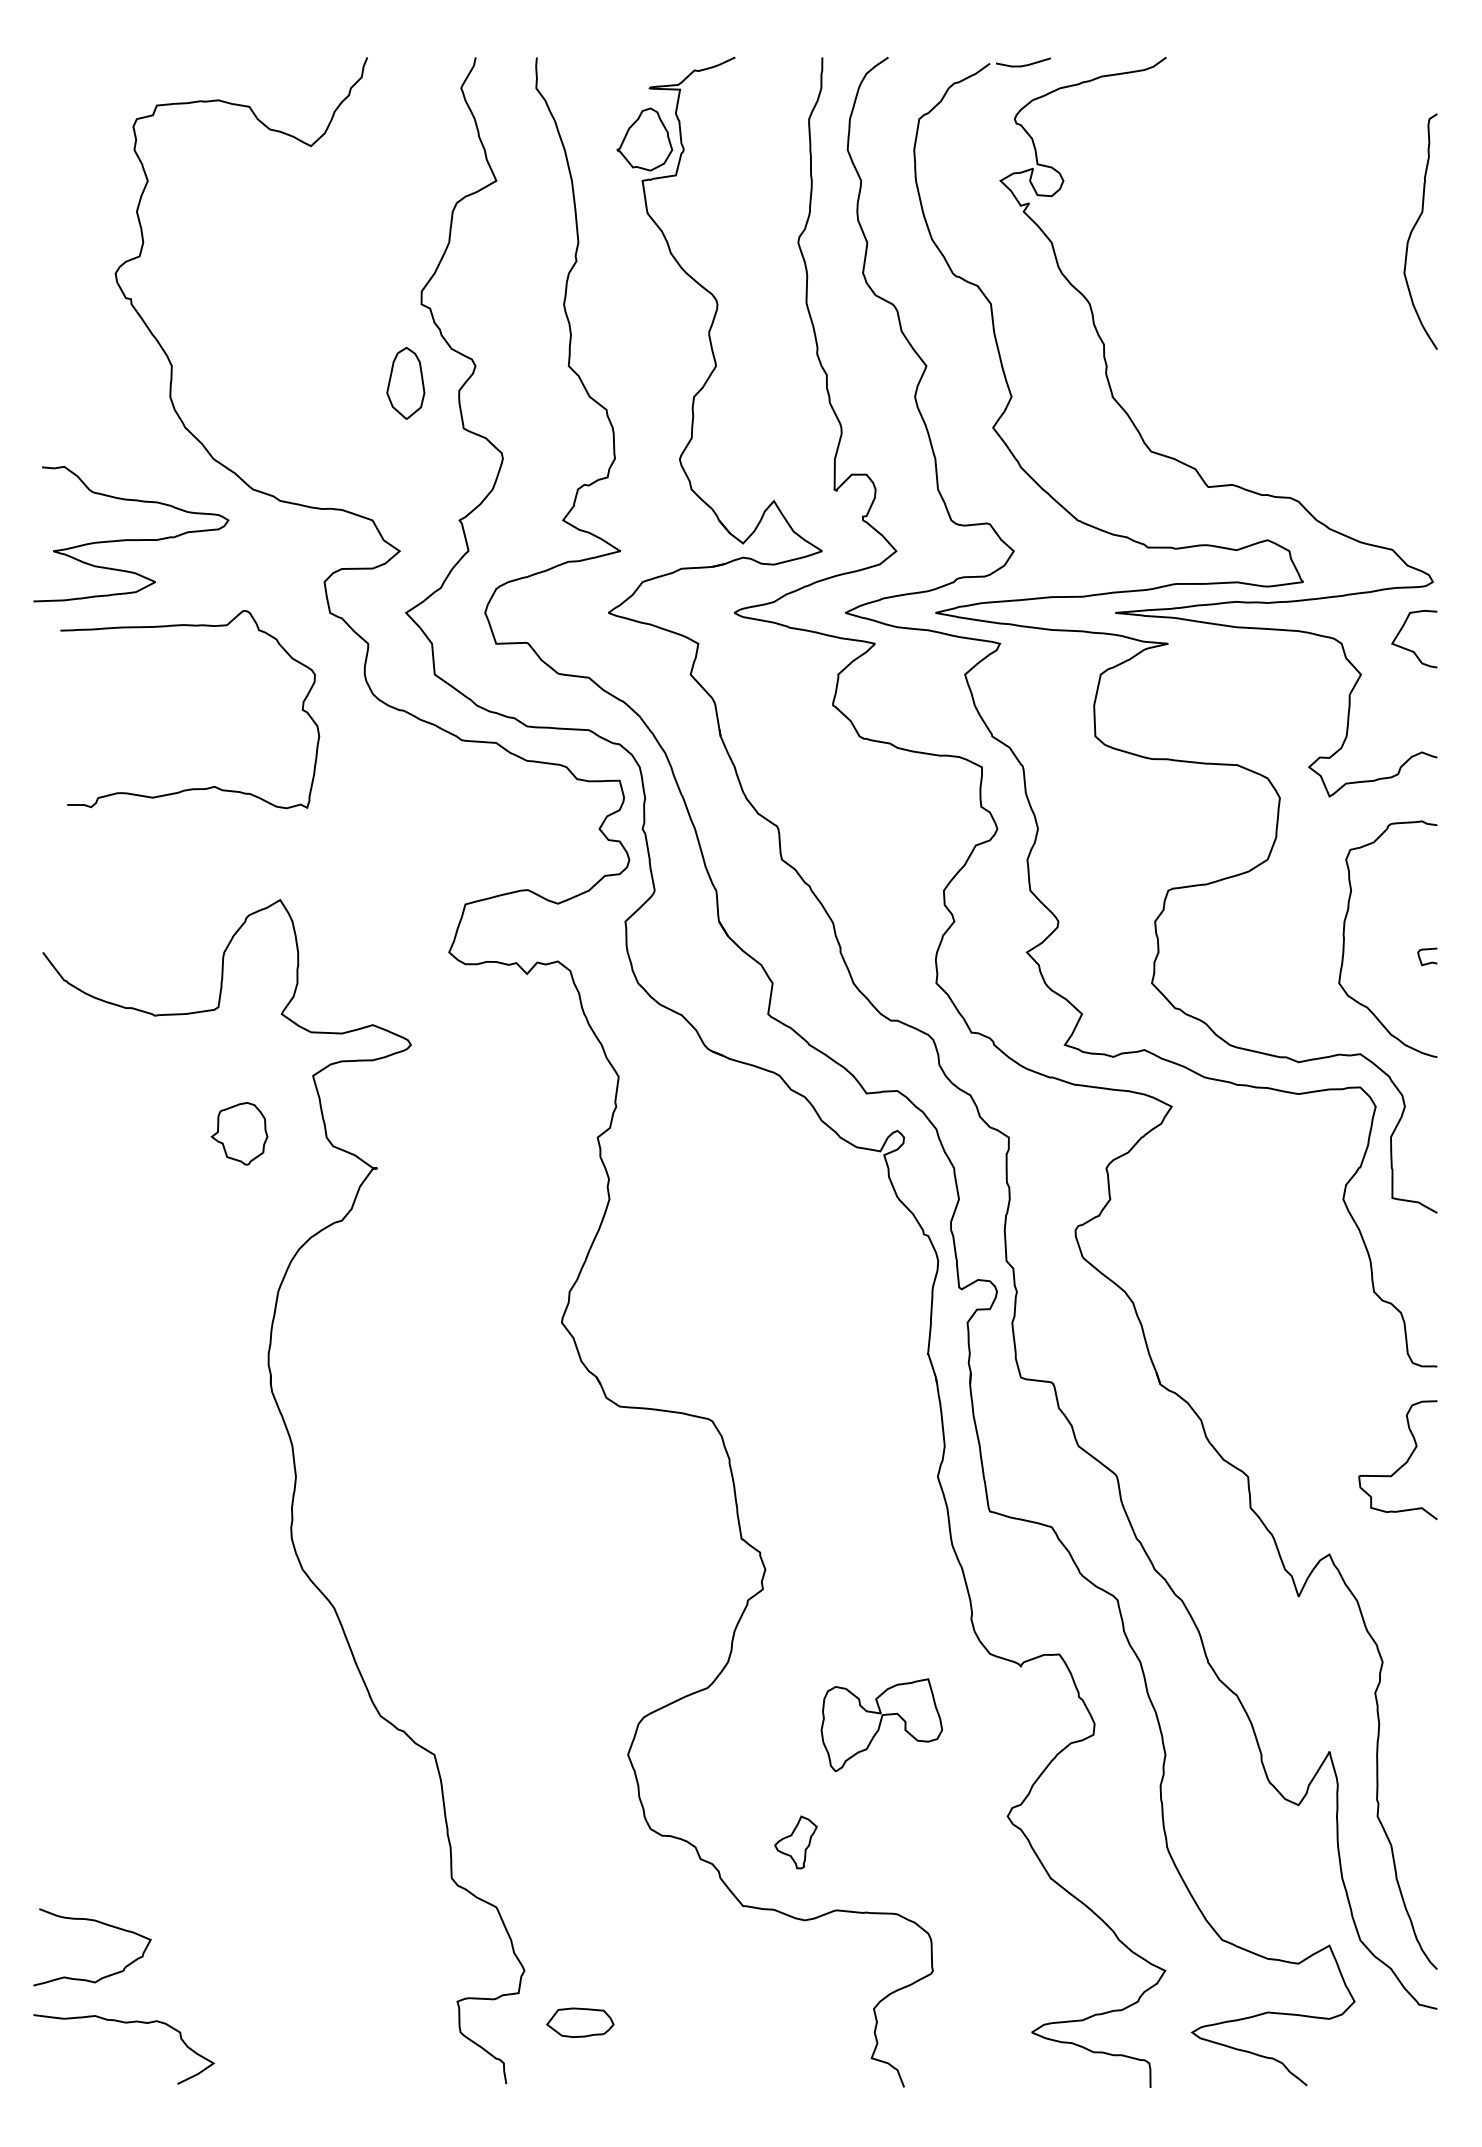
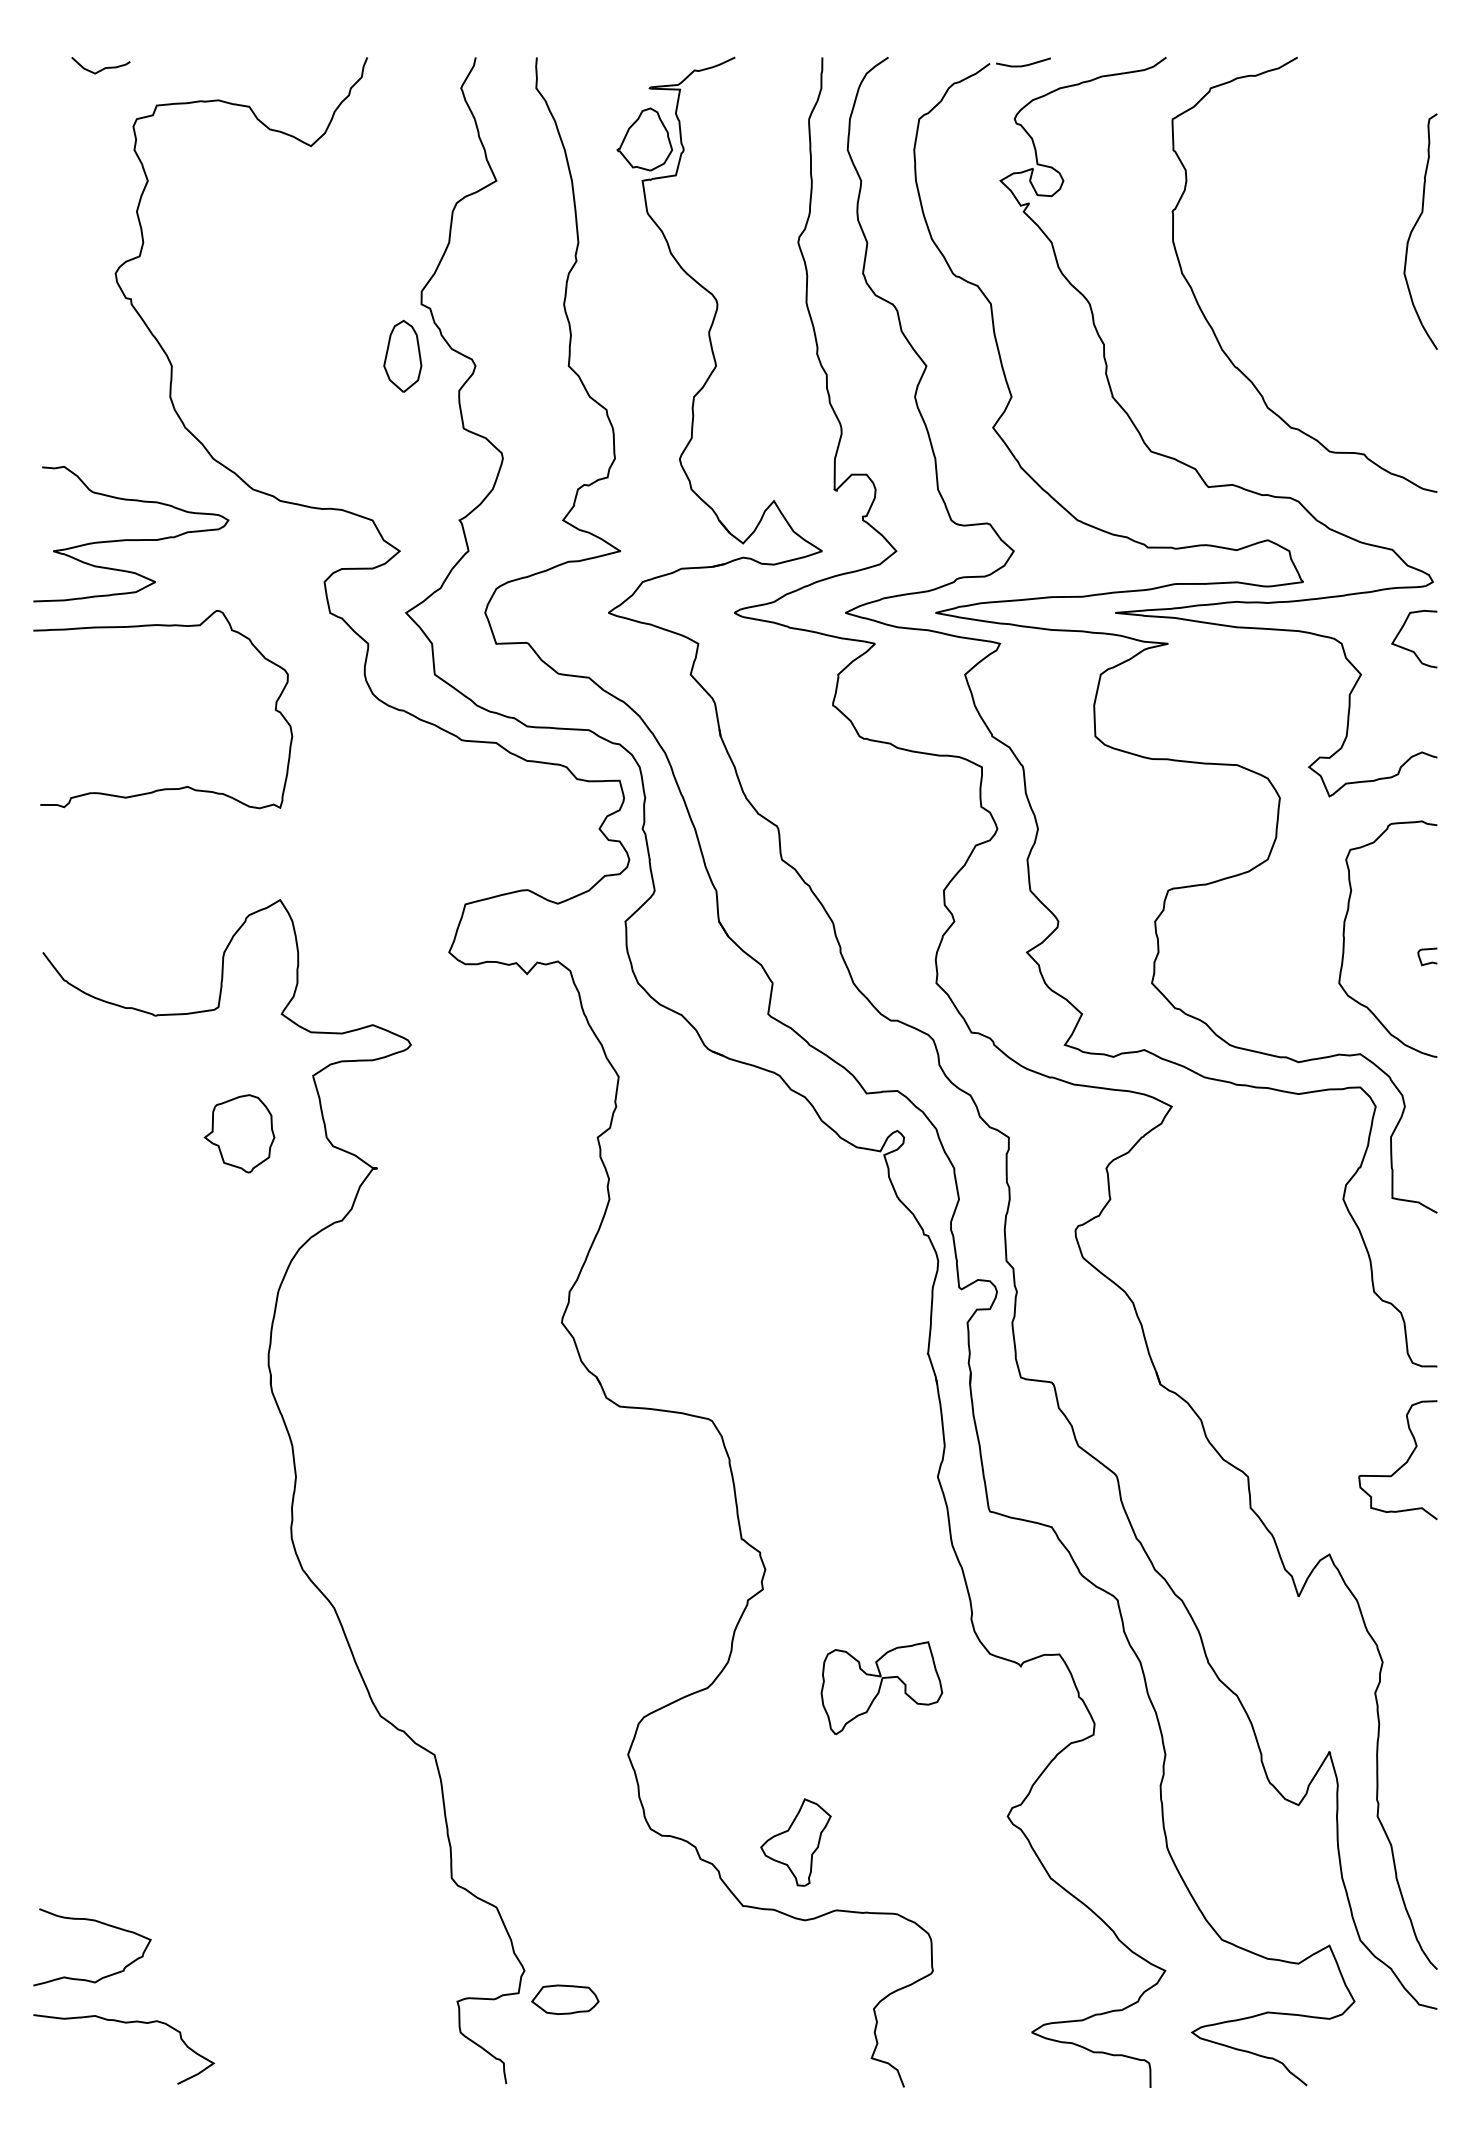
curve at (102, 68): none -> present
curve at (1211, 325): none -> present
part at (405, 382) position: (405, 382) -> (402, 355)
curve at (190, 788) position: (190, 788) -> (163, 788)
part at (239, 1133) size: 59x64 px -> 73x80 px
part at (881, 1724) position: (881, 1724) -> (881, 1687)
part at (795, 1842) size: 44x55 px -> 72x89 px
part at (580, 2022) position: (580, 2022) -> (565, 1999)
